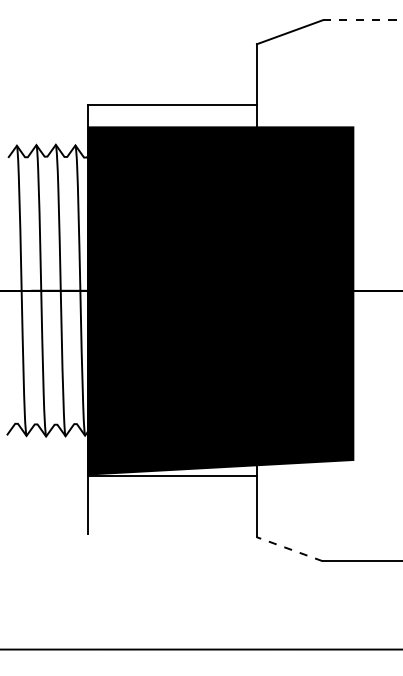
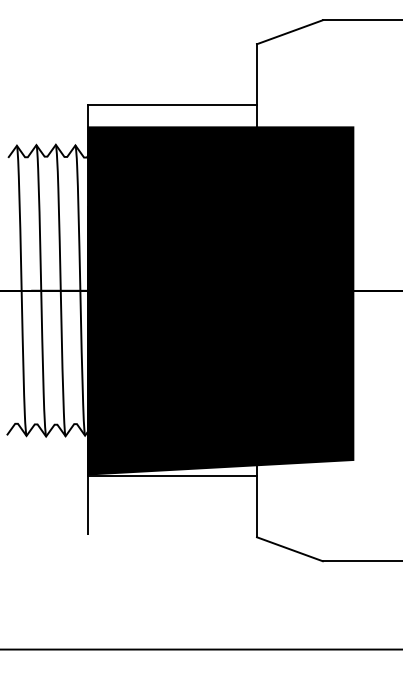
line at (362, 20): dashed -> solid
line at (289, 549): dashed -> solid
